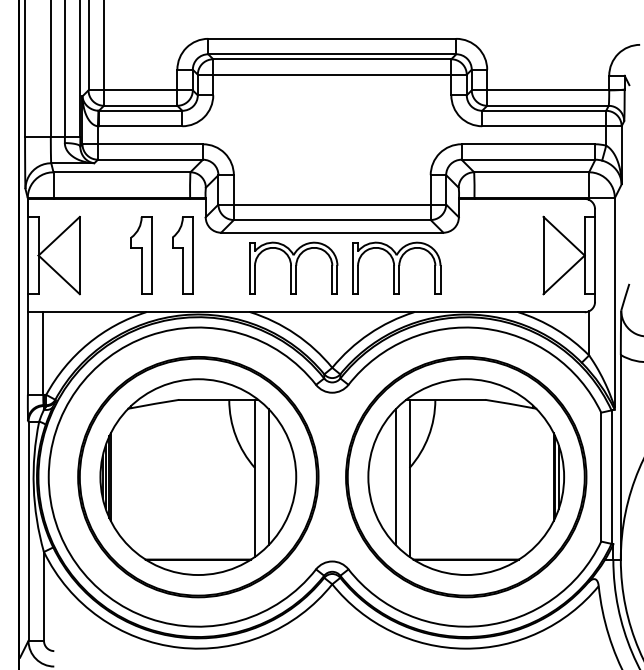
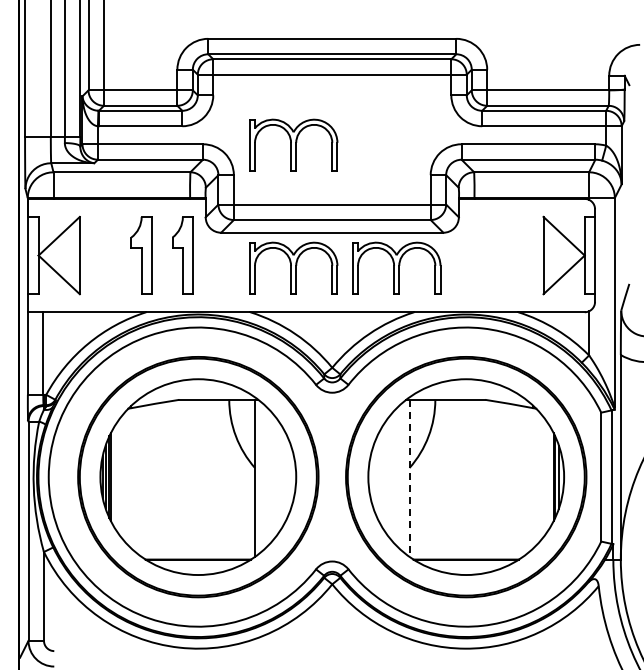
part at (293, 144): none -> present
line at (268, 476): present -> none
line at (395, 476): present -> none
line at (409, 478): solid -> dashed
